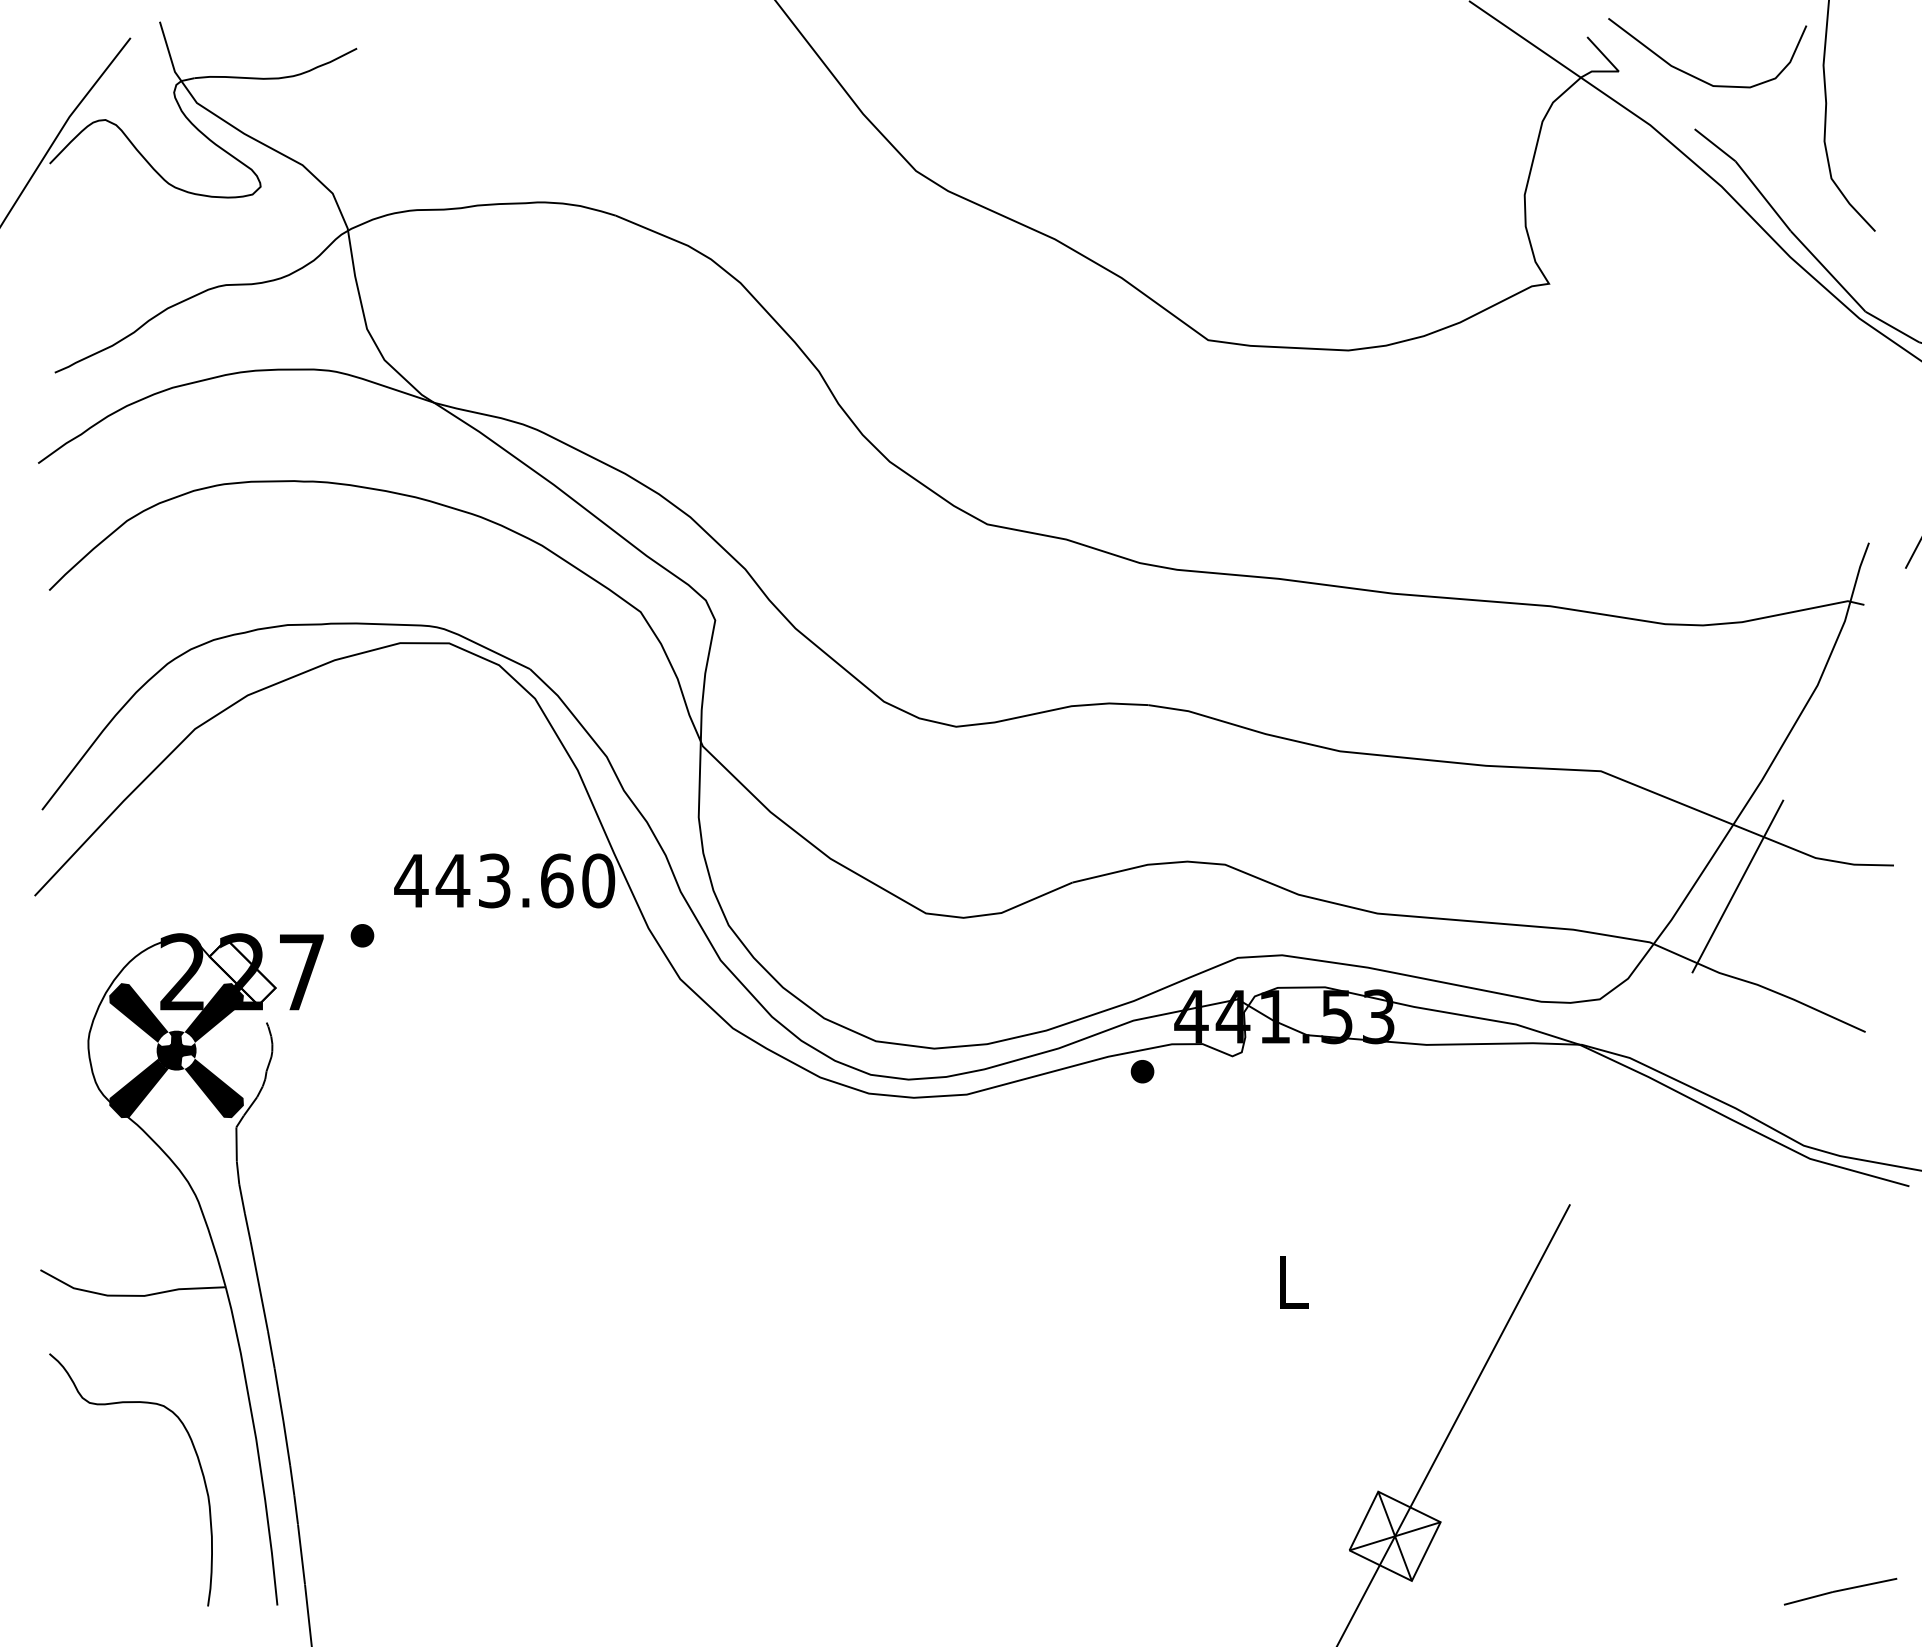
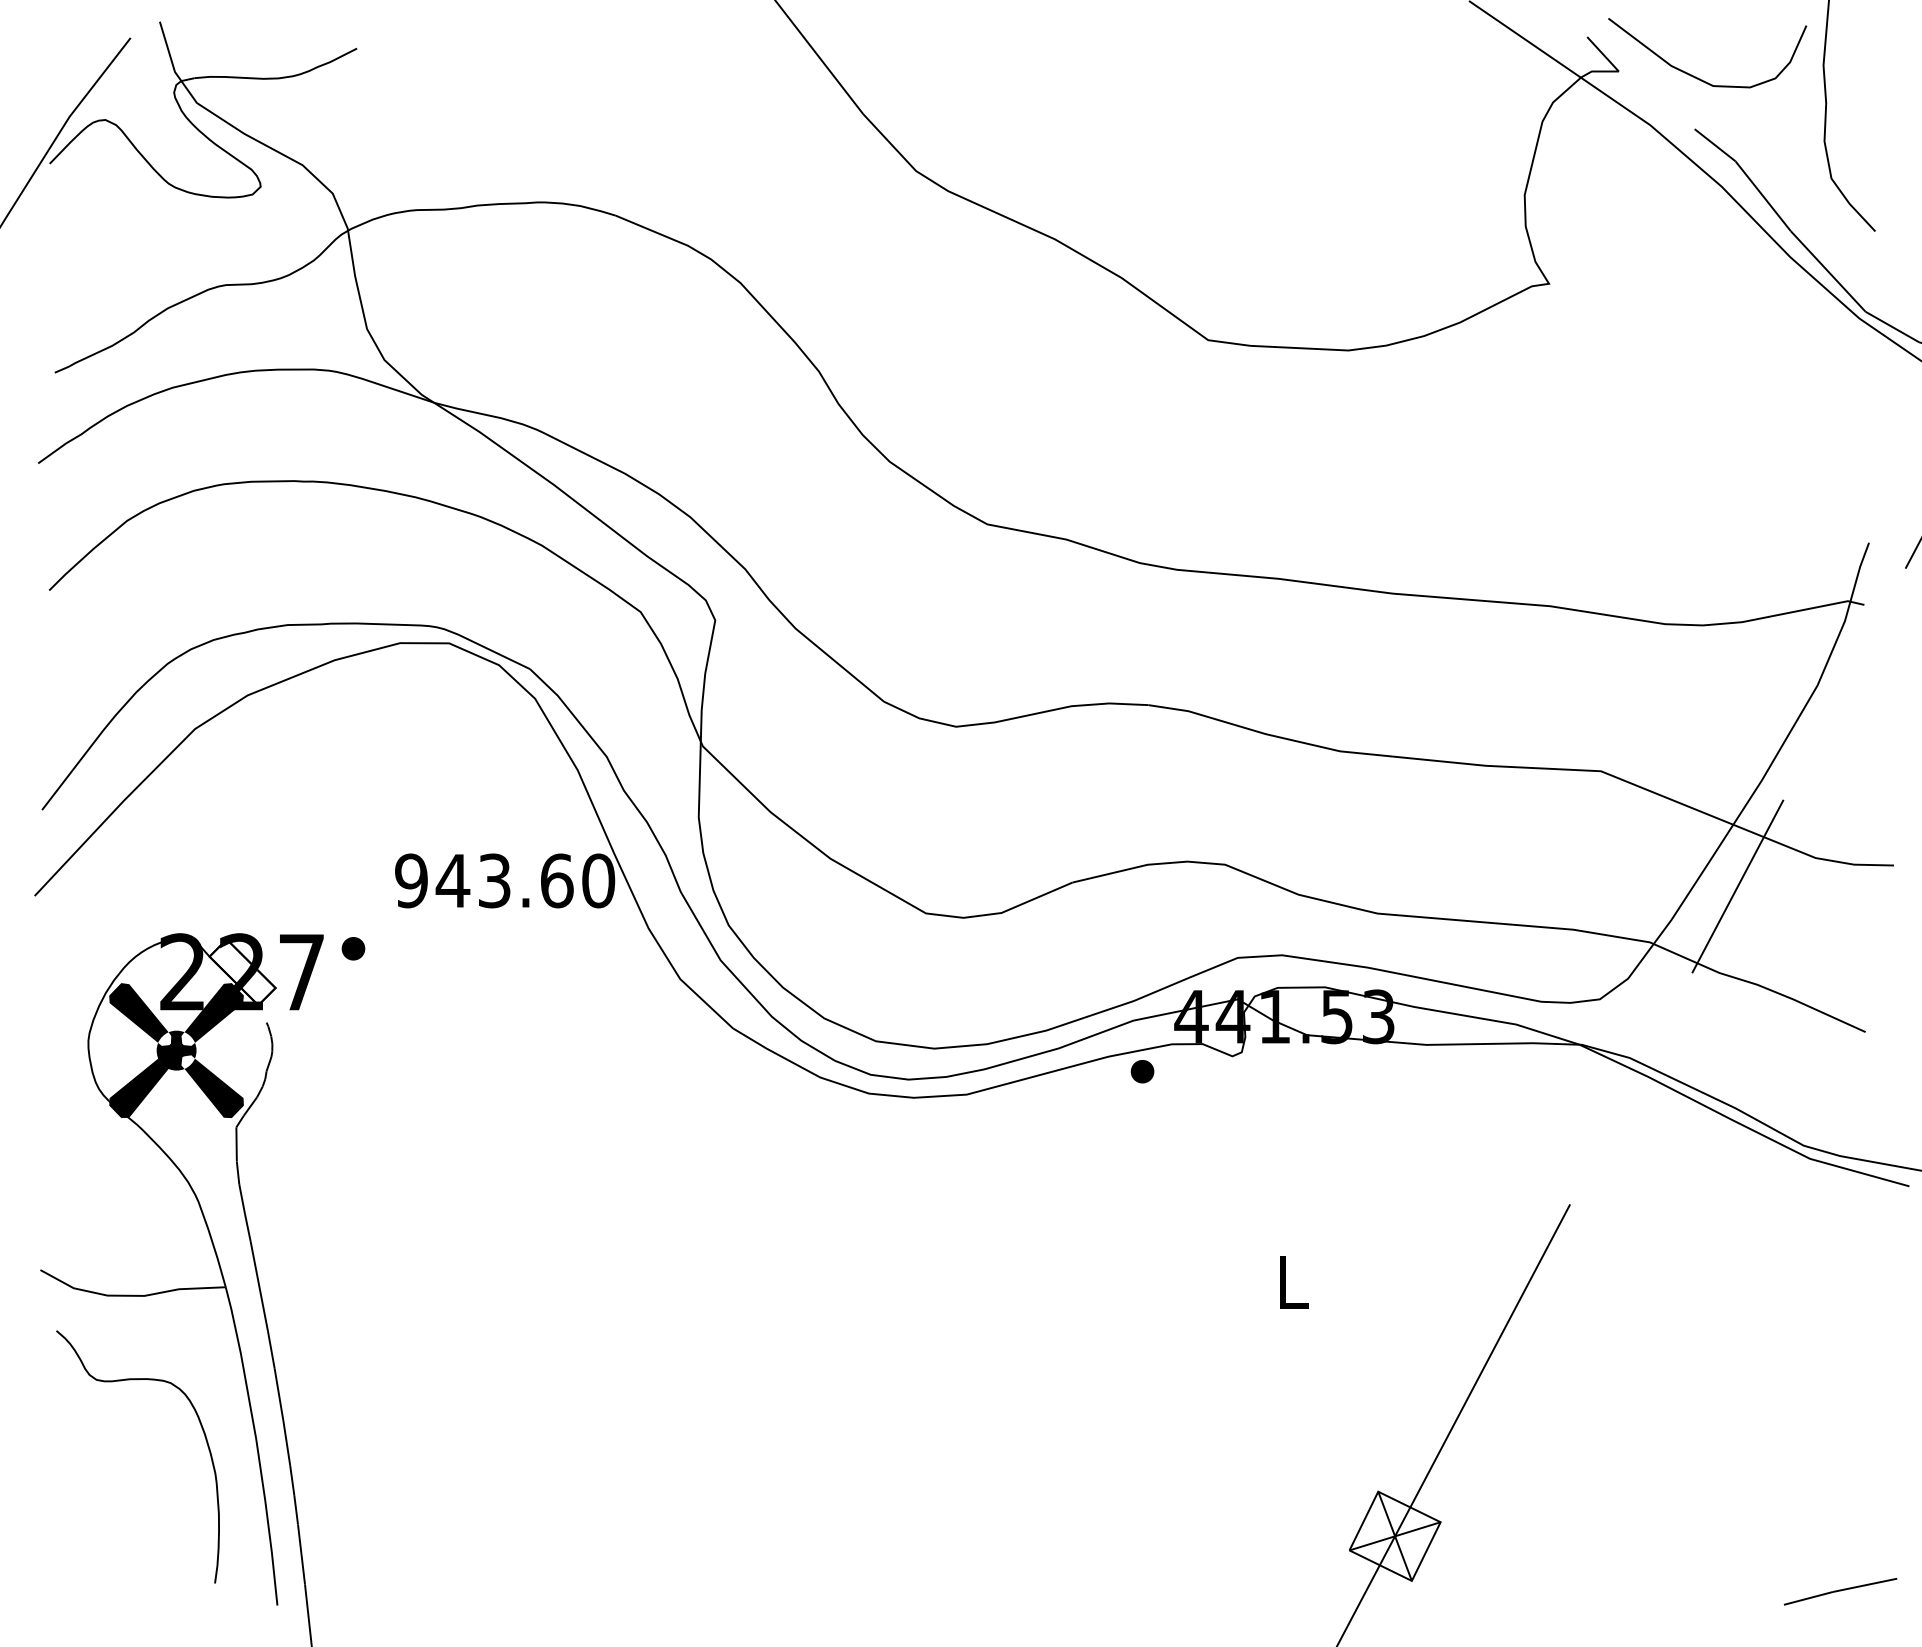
text at (411, 880): 443.60 -> 943.60
part at (362, 935) position: (362, 935) -> (353, 948)
curve at (195, 1454) position: (195, 1454) -> (202, 1431)
